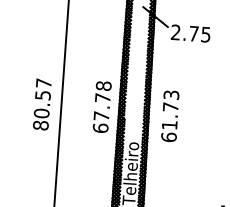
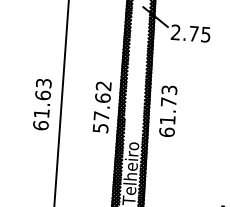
text at (42, 104): 80.57 -> 61.63
text at (101, 107): 67.78 -> 57.62
text at (170, 115) position: (170, 115) -> (168, 110)
